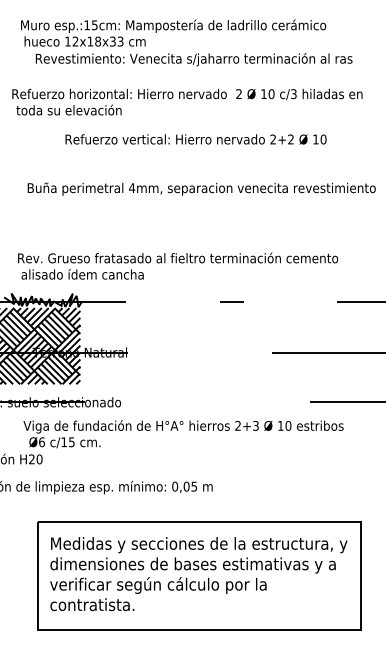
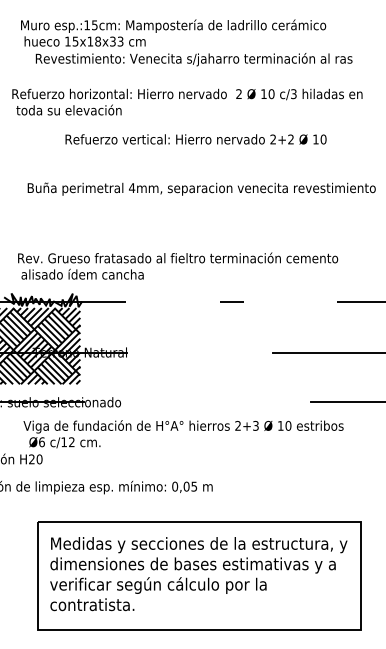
text at (75, 41): 12x18x33 -> 15x18x33
text at (71, 442): c/15 -> c/12
